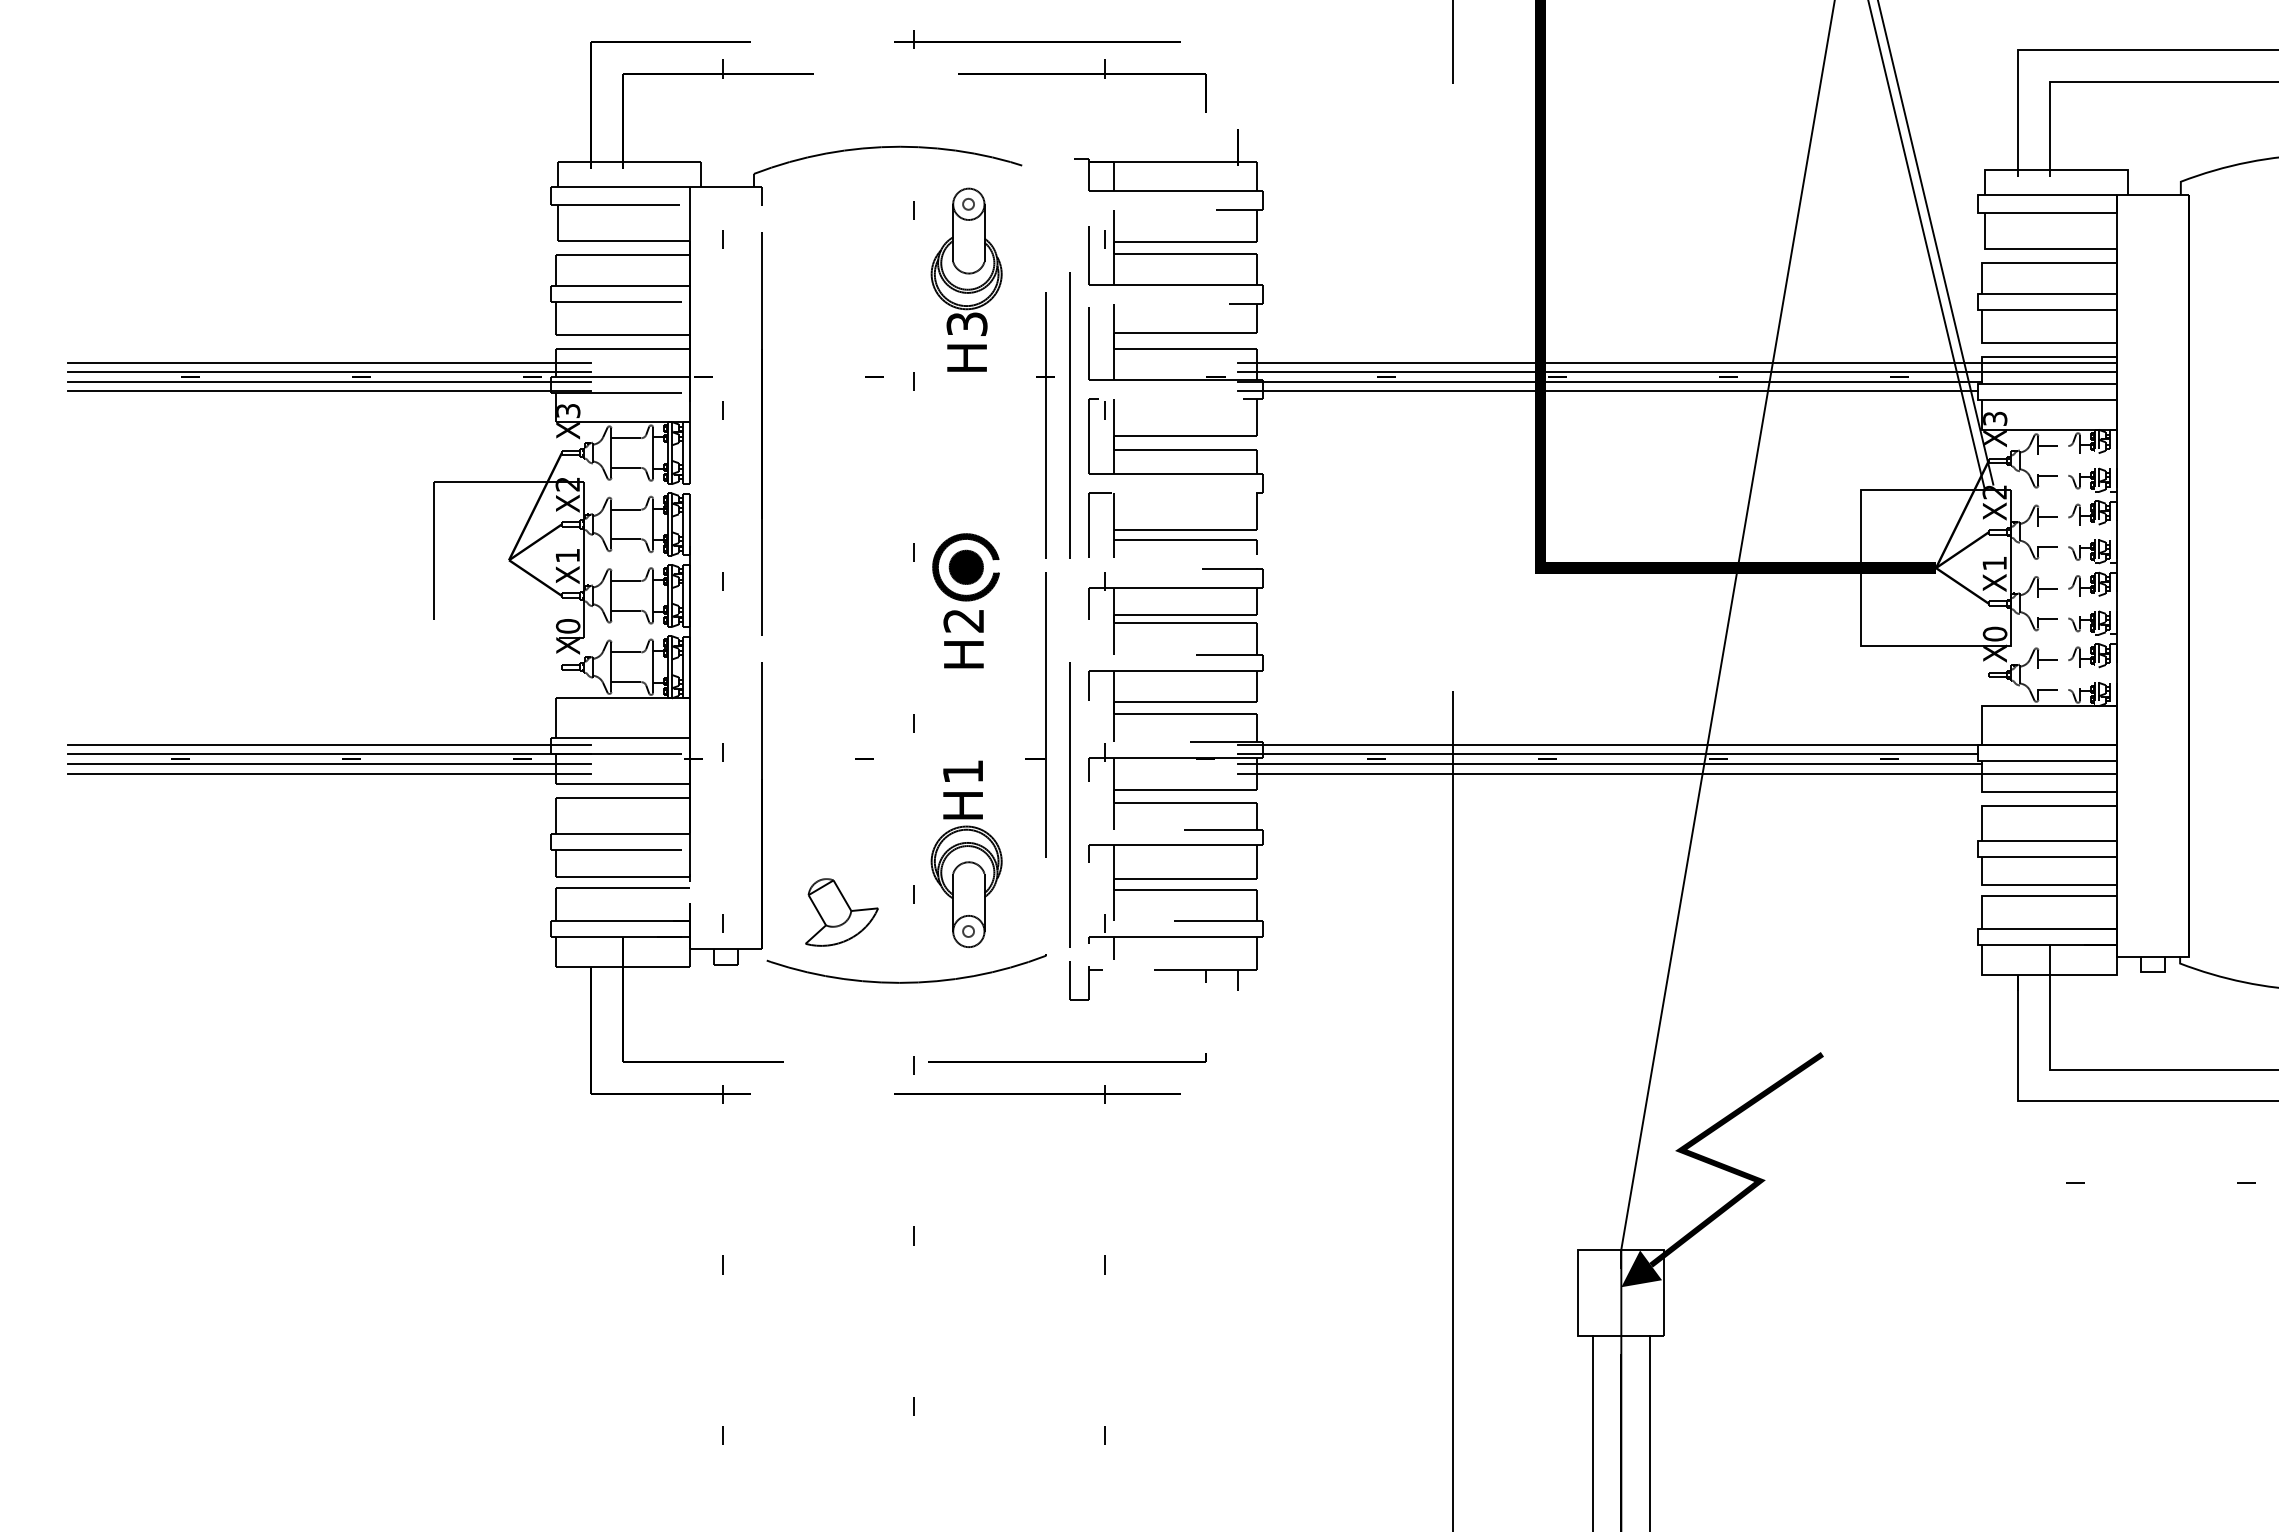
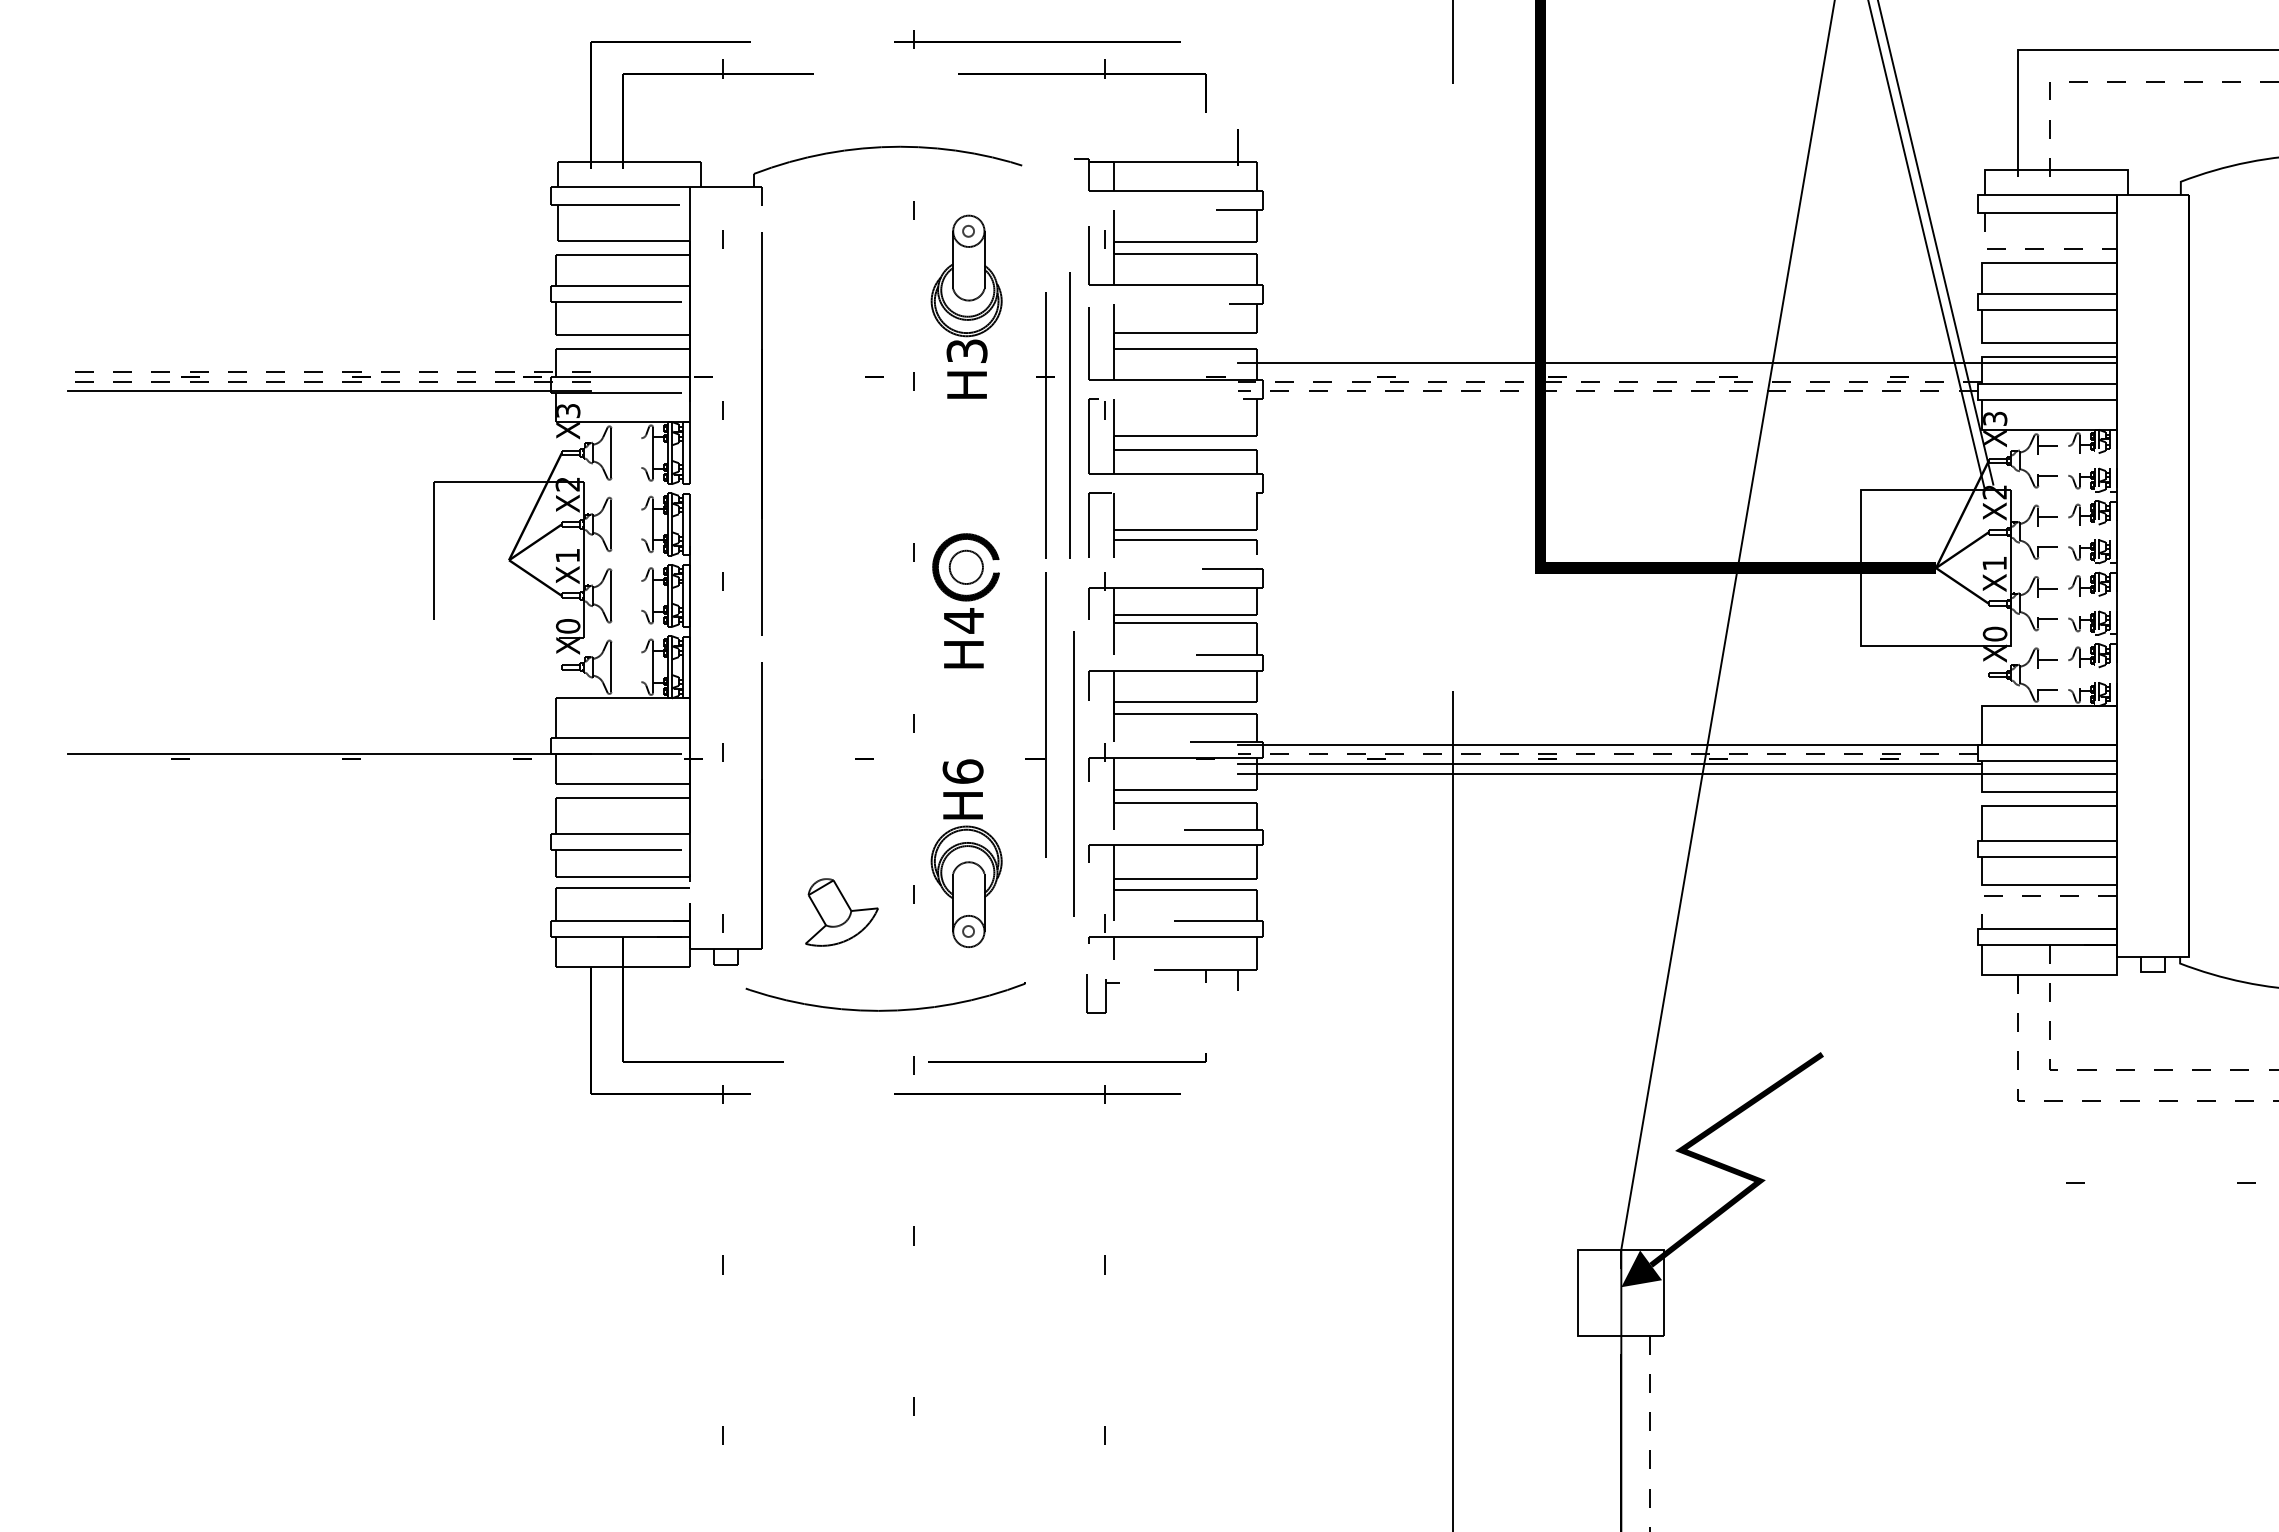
line at (2115, 81): solid -> dashed
line at (2032, 248): solid -> dashed
part at (966, 279) position: (966, 279) -> (966, 306)
line at (329, 362): present -> none
line at (329, 372): solid -> dashed
line at (1677, 372): present -> none
line at (329, 381): solid -> dashed
line at (1609, 381): solid -> dashed
line at (1607, 391): solid -> dashed
line at (626, 438): present -> none
line at (626, 467): present -> none
line at (626, 509): present -> none
line at (626, 539): present -> none
fill at (965, 567): present -> none
line at (626, 581): present -> none
line at (626, 610): present -> none
text at (963, 620): H2 -> H4
line at (626, 652): present -> none
line at (626, 682): present -> none
line at (329, 744): present -> none
line at (1607, 754): solid -> dashed
line at (329, 764): present -> none
text at (962, 771): H1 -> H6
line at (329, 773): present -> none
line at (1069, 804) position: (1069, 804) -> (1073, 773)
line at (2032, 895): solid -> dashed
part at (1085, 980) position: (1085, 980) -> (1102, 993)
curve at (906, 981) position: (906, 981) -> (885, 1009)
line at (2100, 1069): solid -> dashed
line at (2084, 1101): solid -> dashed
line at (1592, 1431): present -> none
line at (1650, 1433): solid -> dashed
